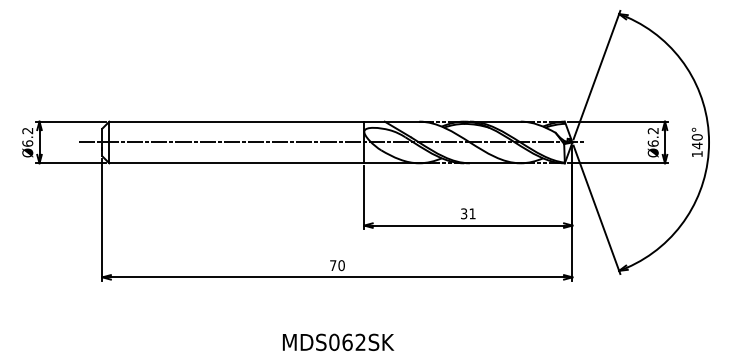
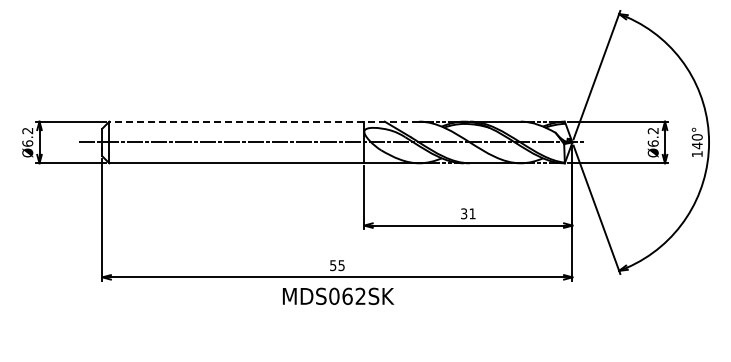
line at (269, 121): solid -> dashed
text at (337, 265): 70 -> 55
text at (338, 341) position: (338, 341) -> (338, 295)
